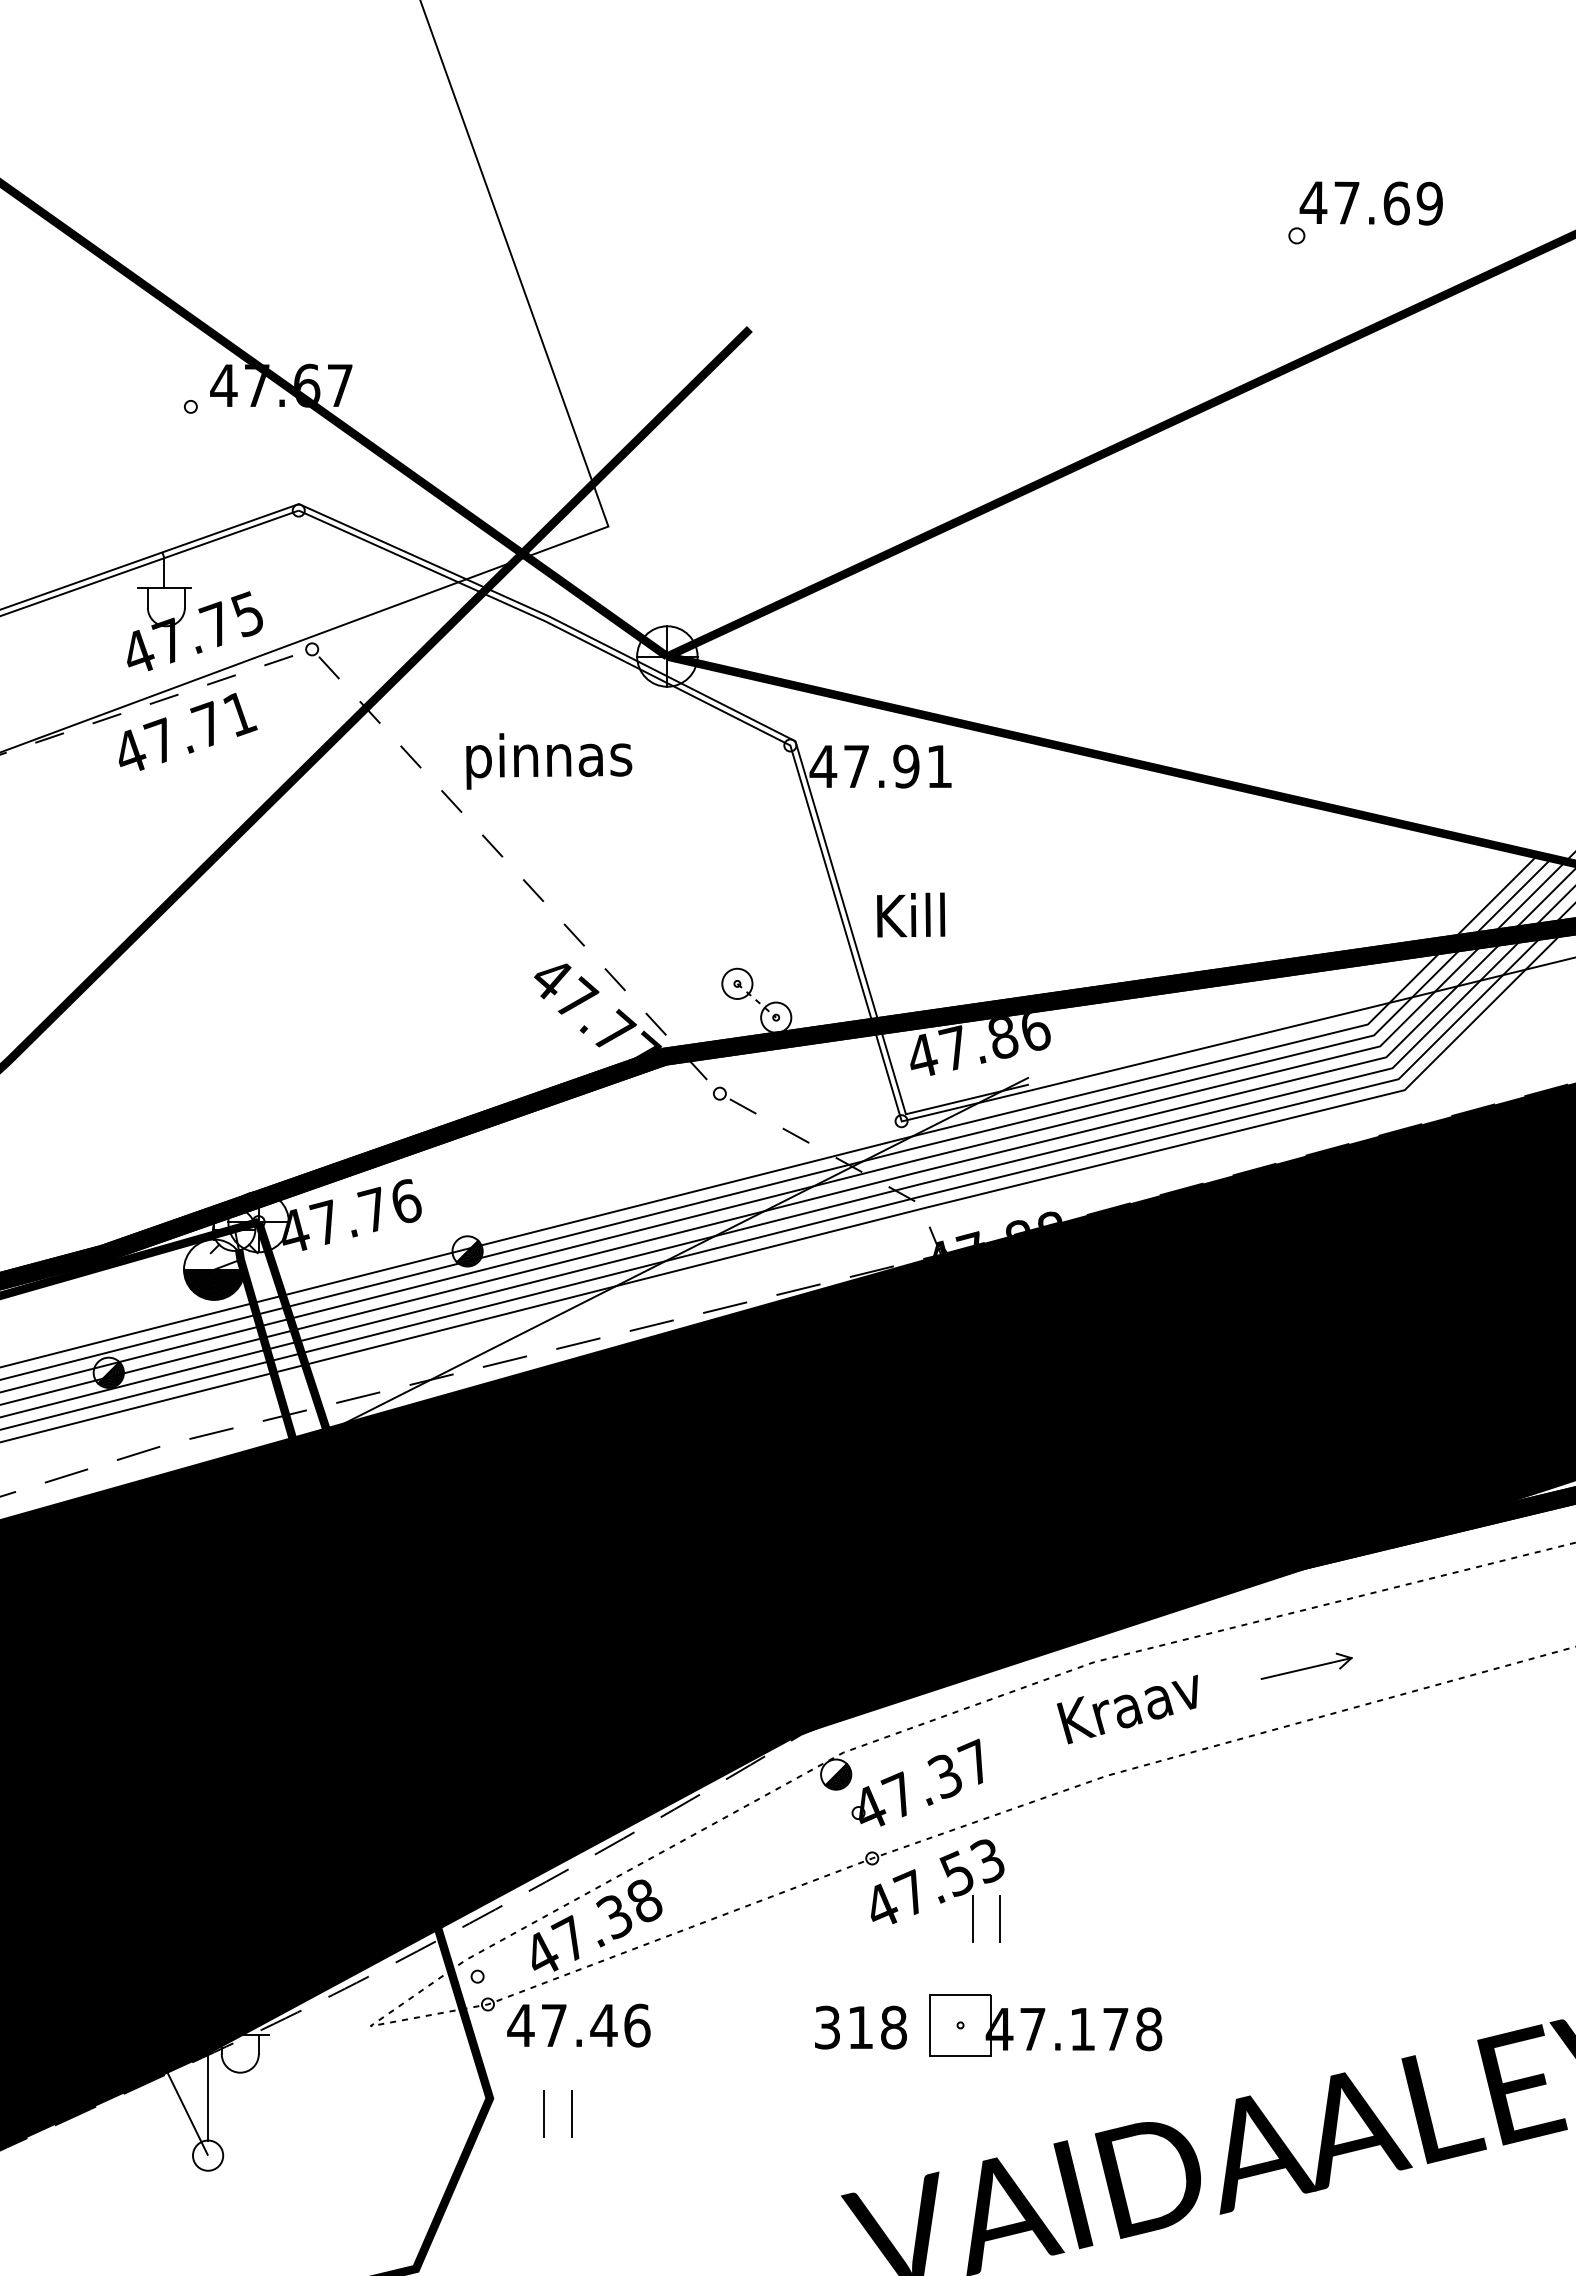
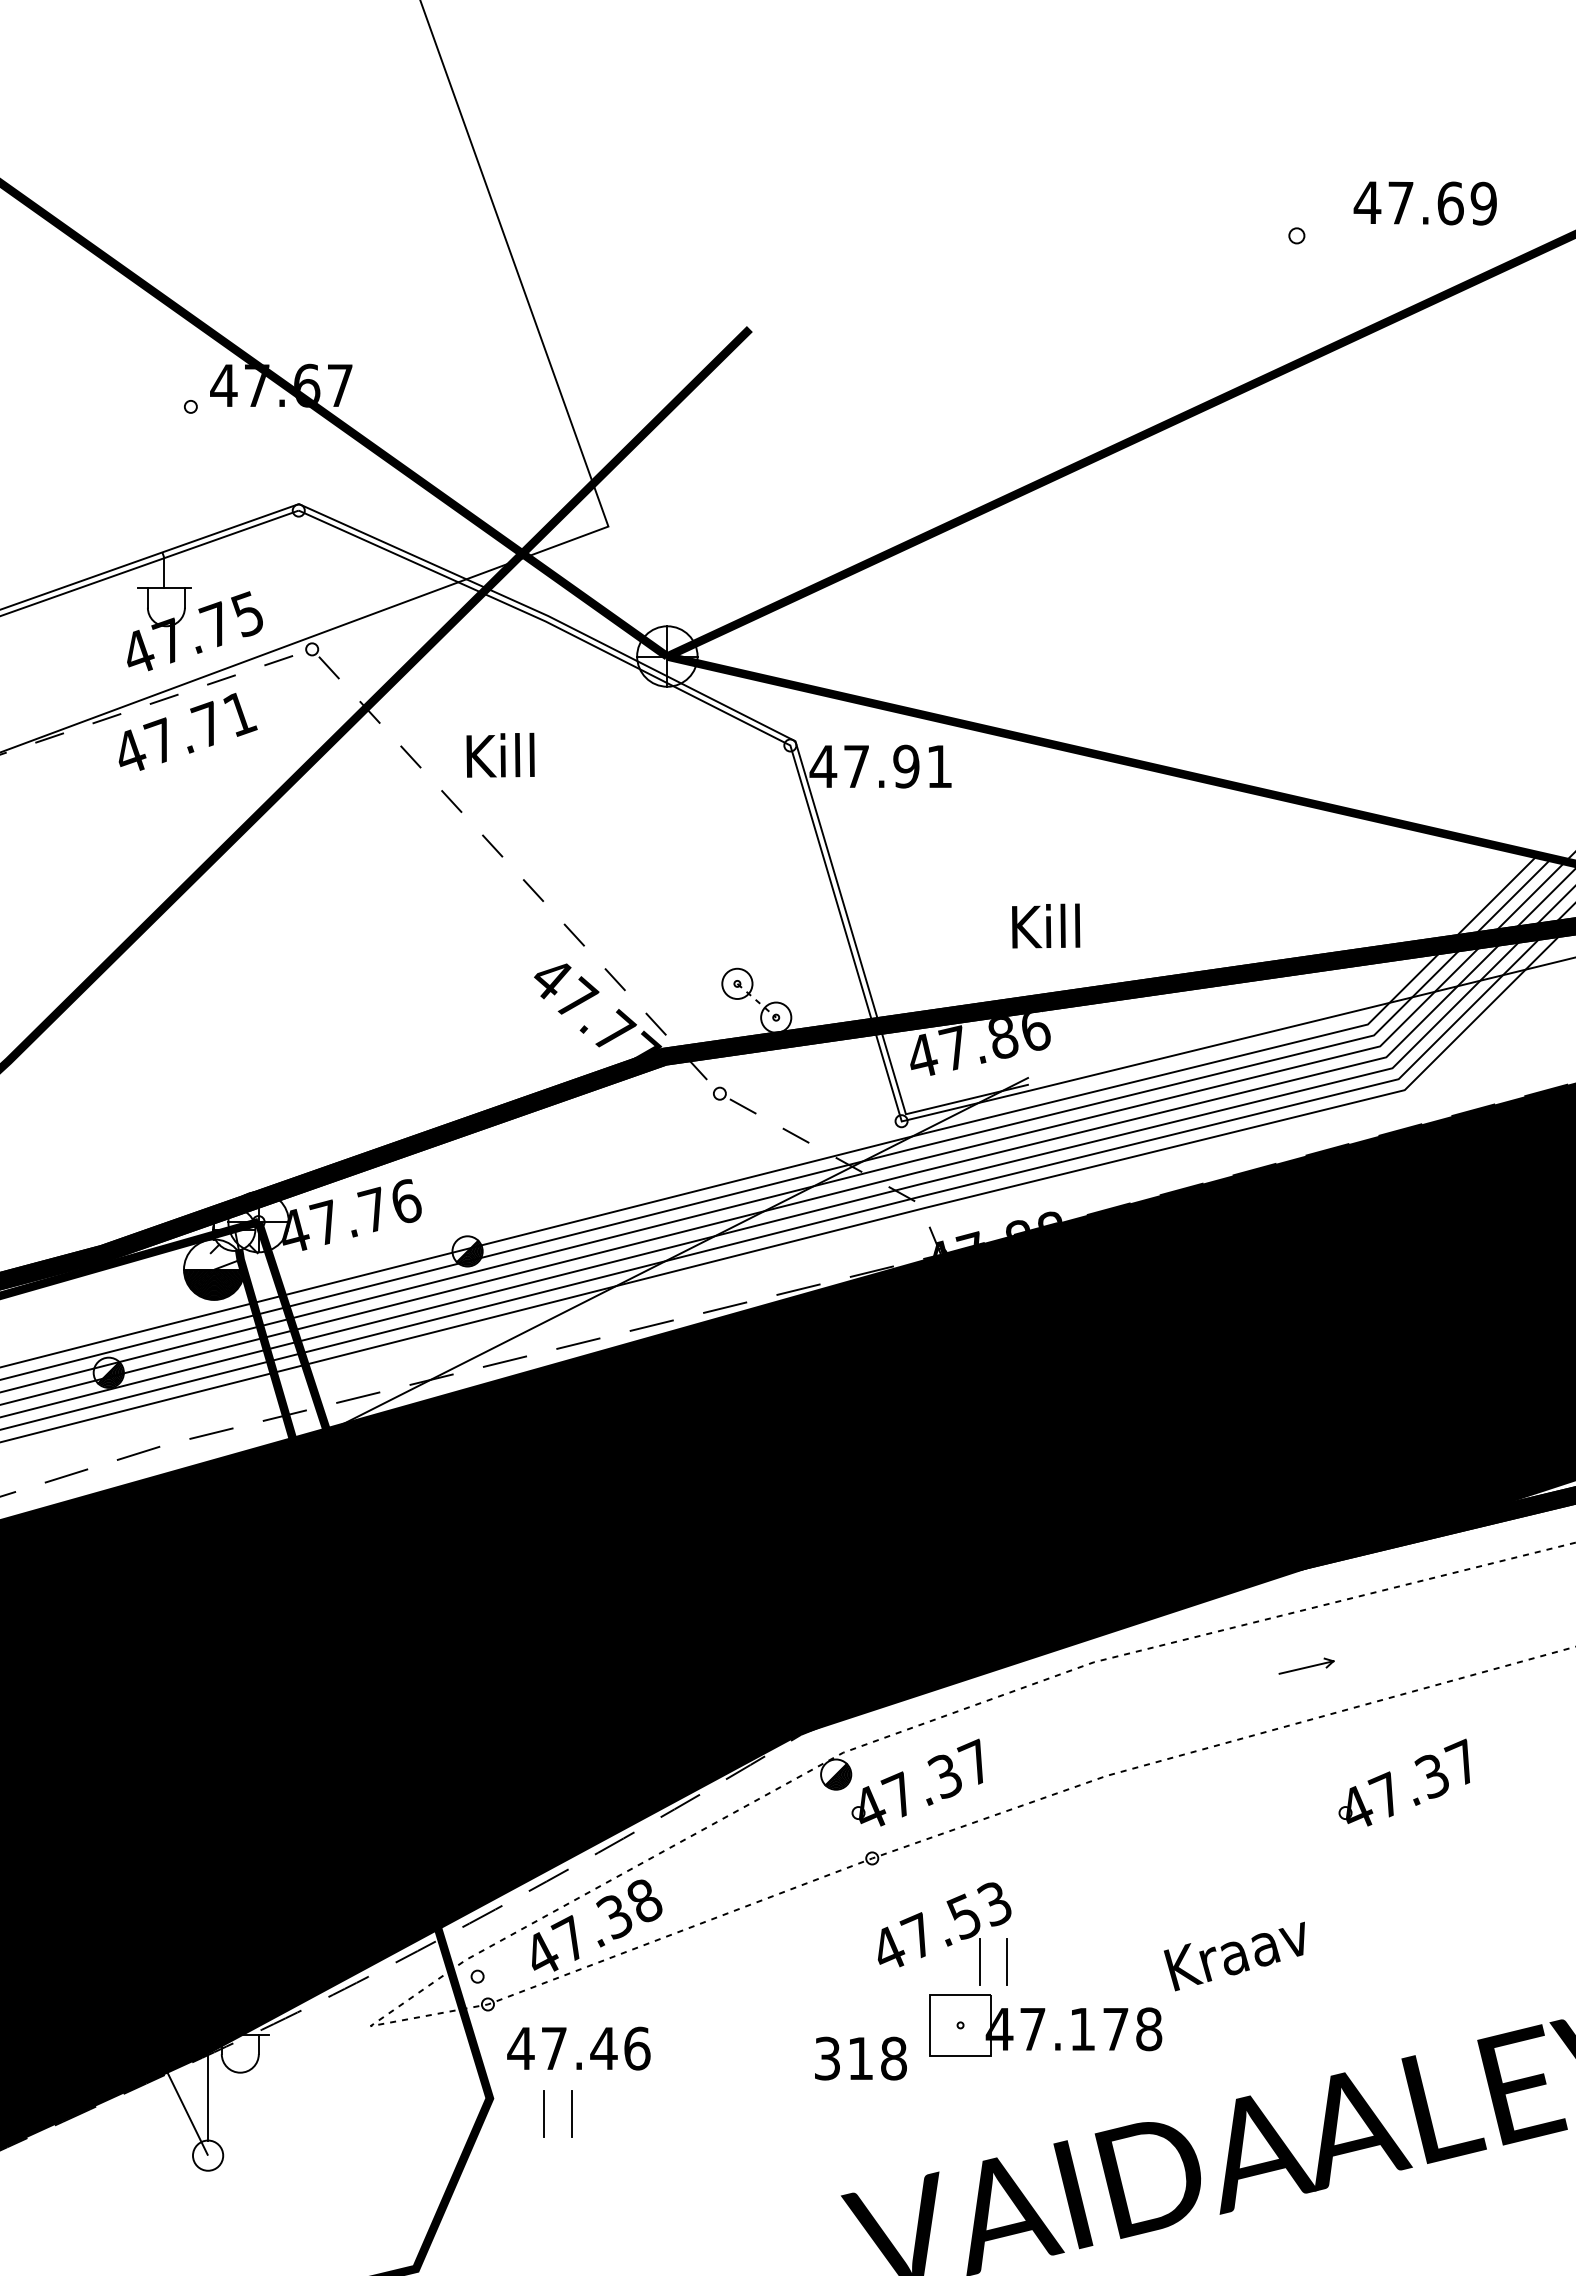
text at (1370, 203) position: (1370, 203) -> (1424, 203)
text at (549, 760): pinnas -> Kill
text at (911, 914) position: (911, 914) -> (1046, 925)
part at (1306, 1665) size: 93x28 px -> 57x18 px
text at (1127, 1709) position: (1127, 1709) -> (1234, 1956)
part at (1391, 1782): none -> present
part at (939, 1896) position: (939, 1896) -> (946, 1939)
text at (578, 2025) position: (578, 2025) -> (578, 2048)
text at (860, 2027) position: (860, 2027) -> (860, 2058)
